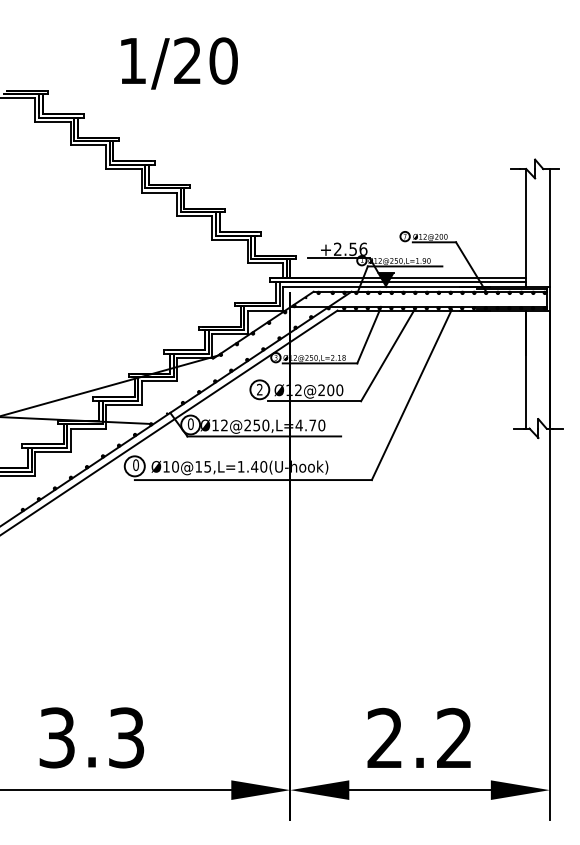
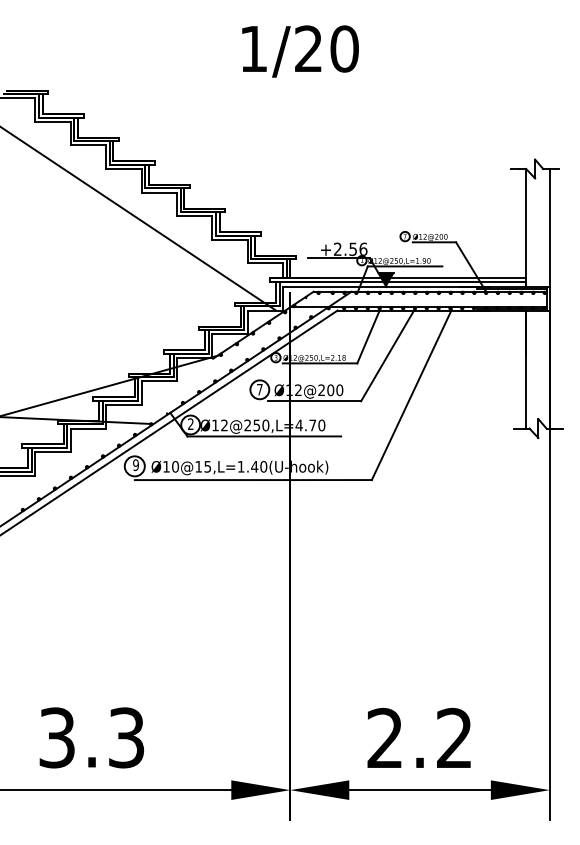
text at (179, 63) position: (179, 63) -> (300, 51)
line at (139, 218): none -> present
text at (259, 389): 2 -> 7
text at (190, 424): 0 -> 2
text at (135, 464): 0 -> 9
